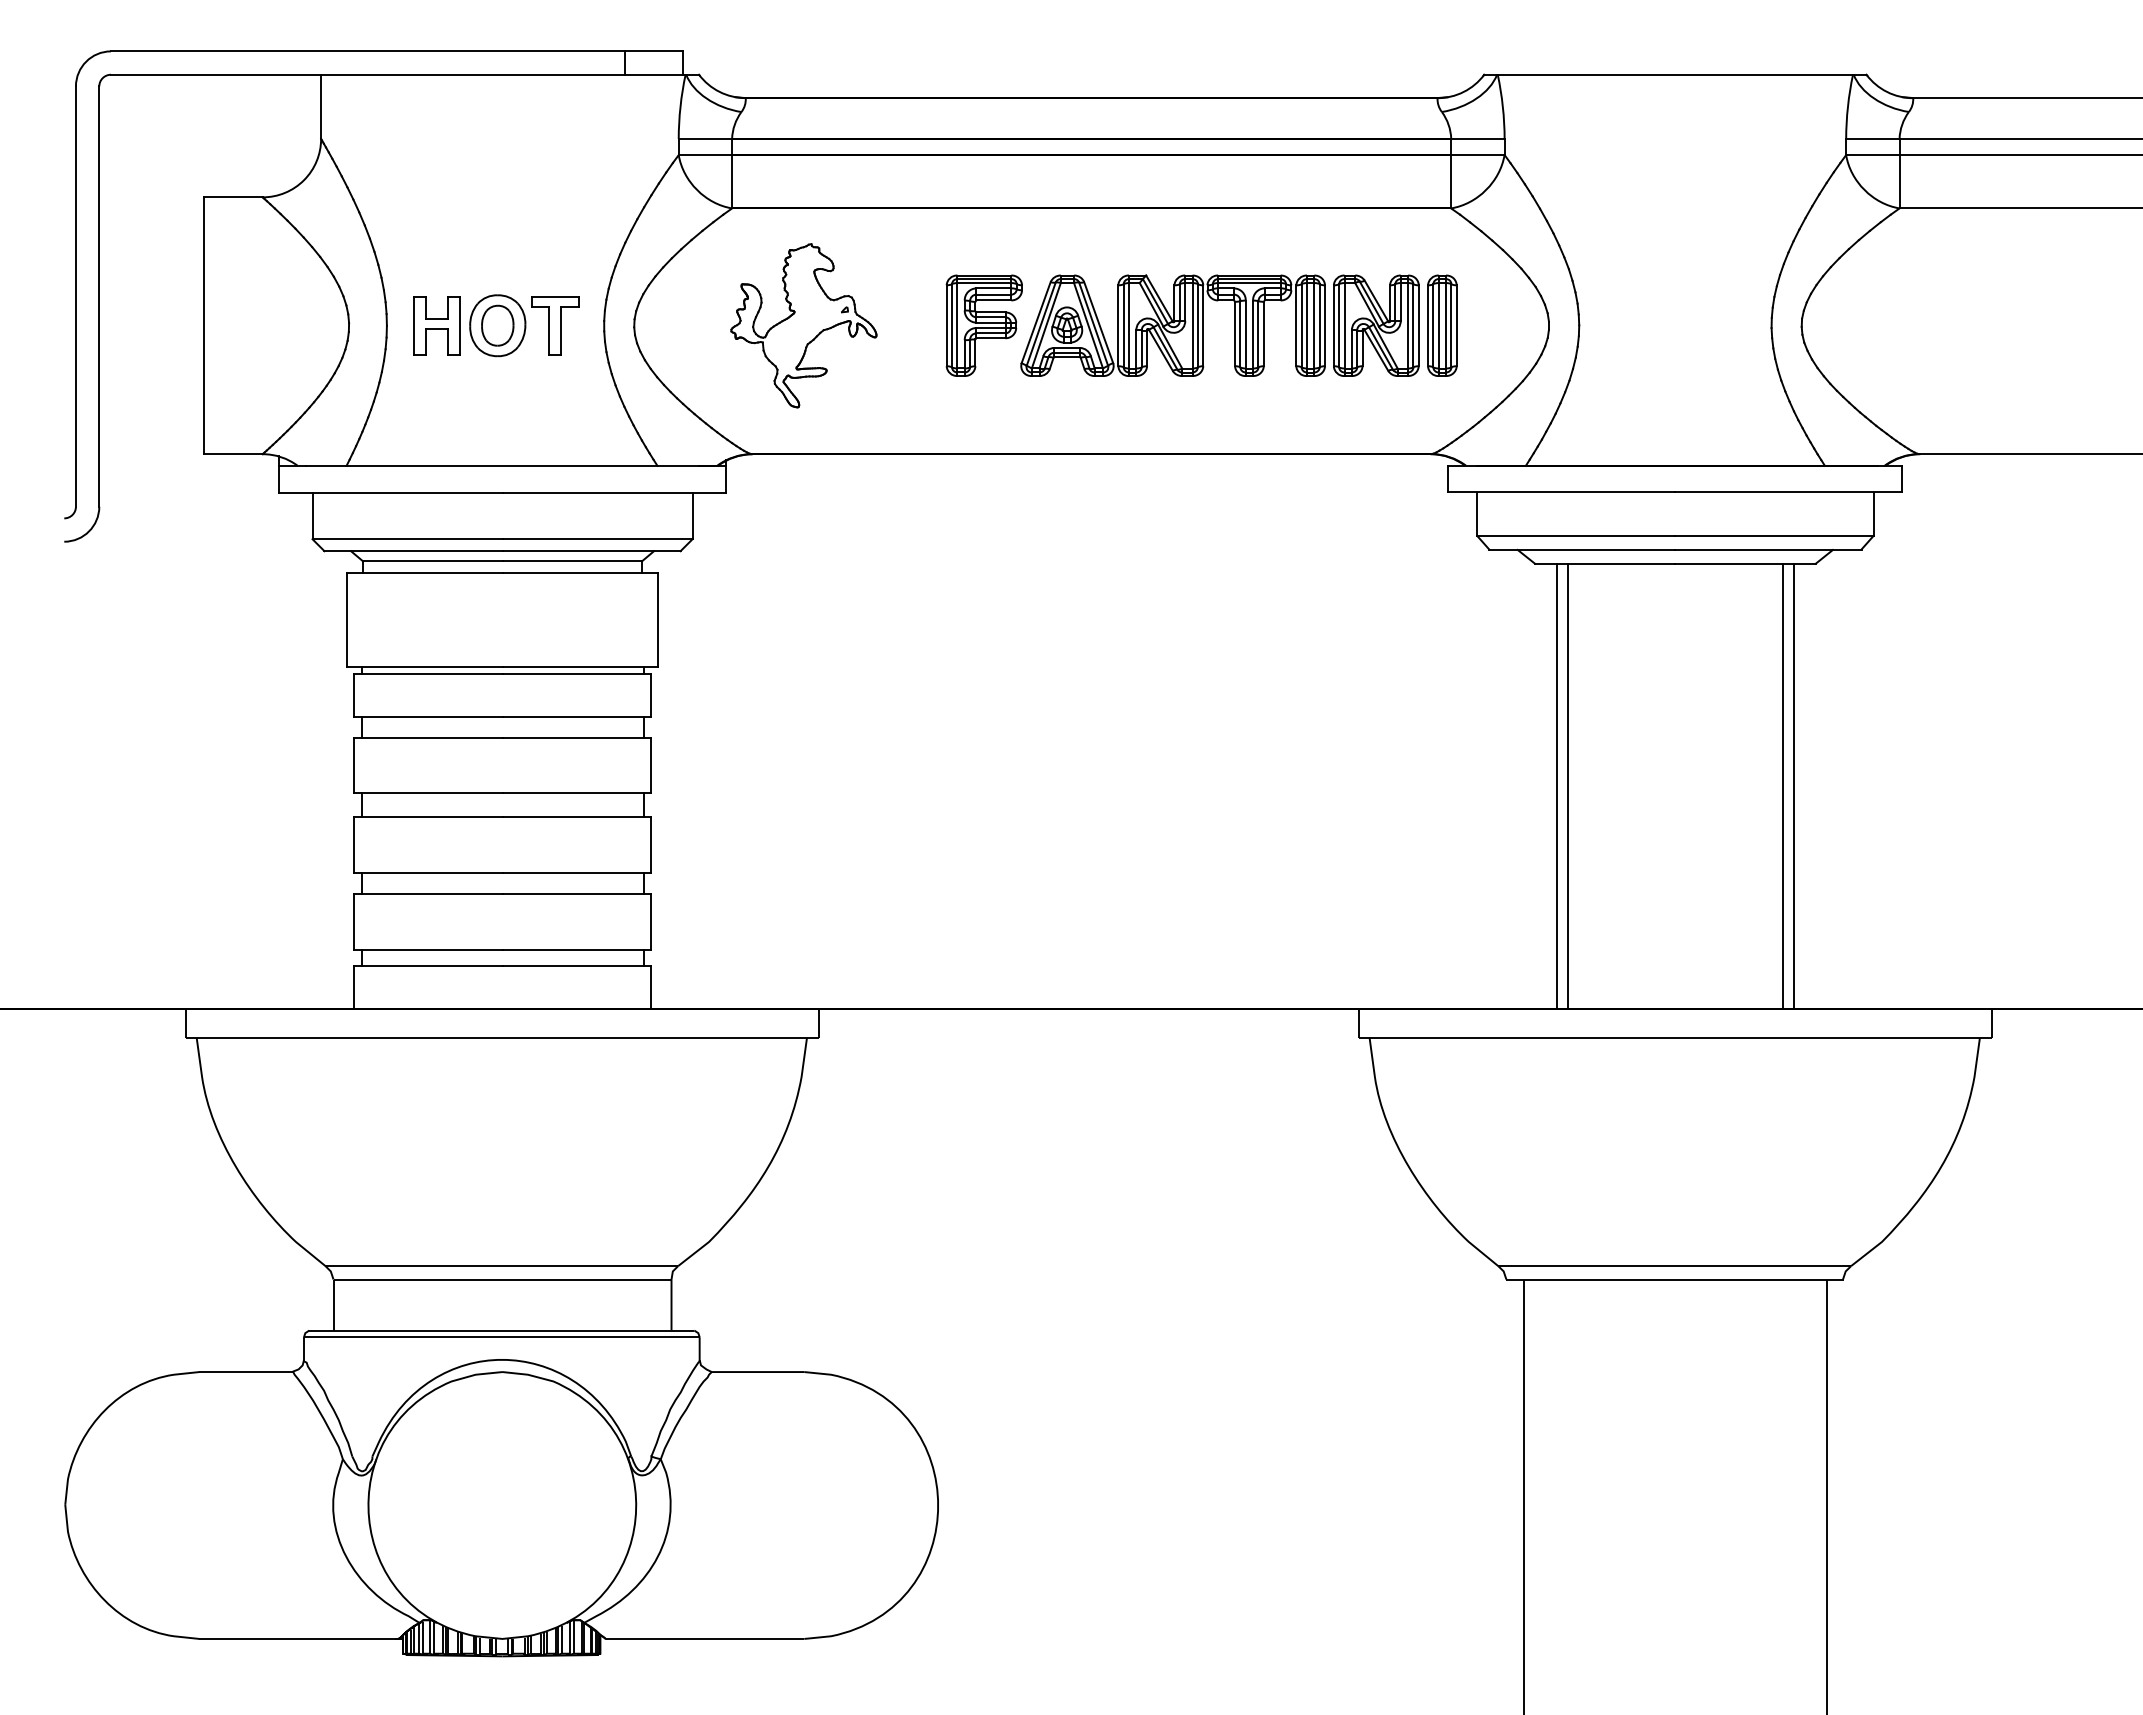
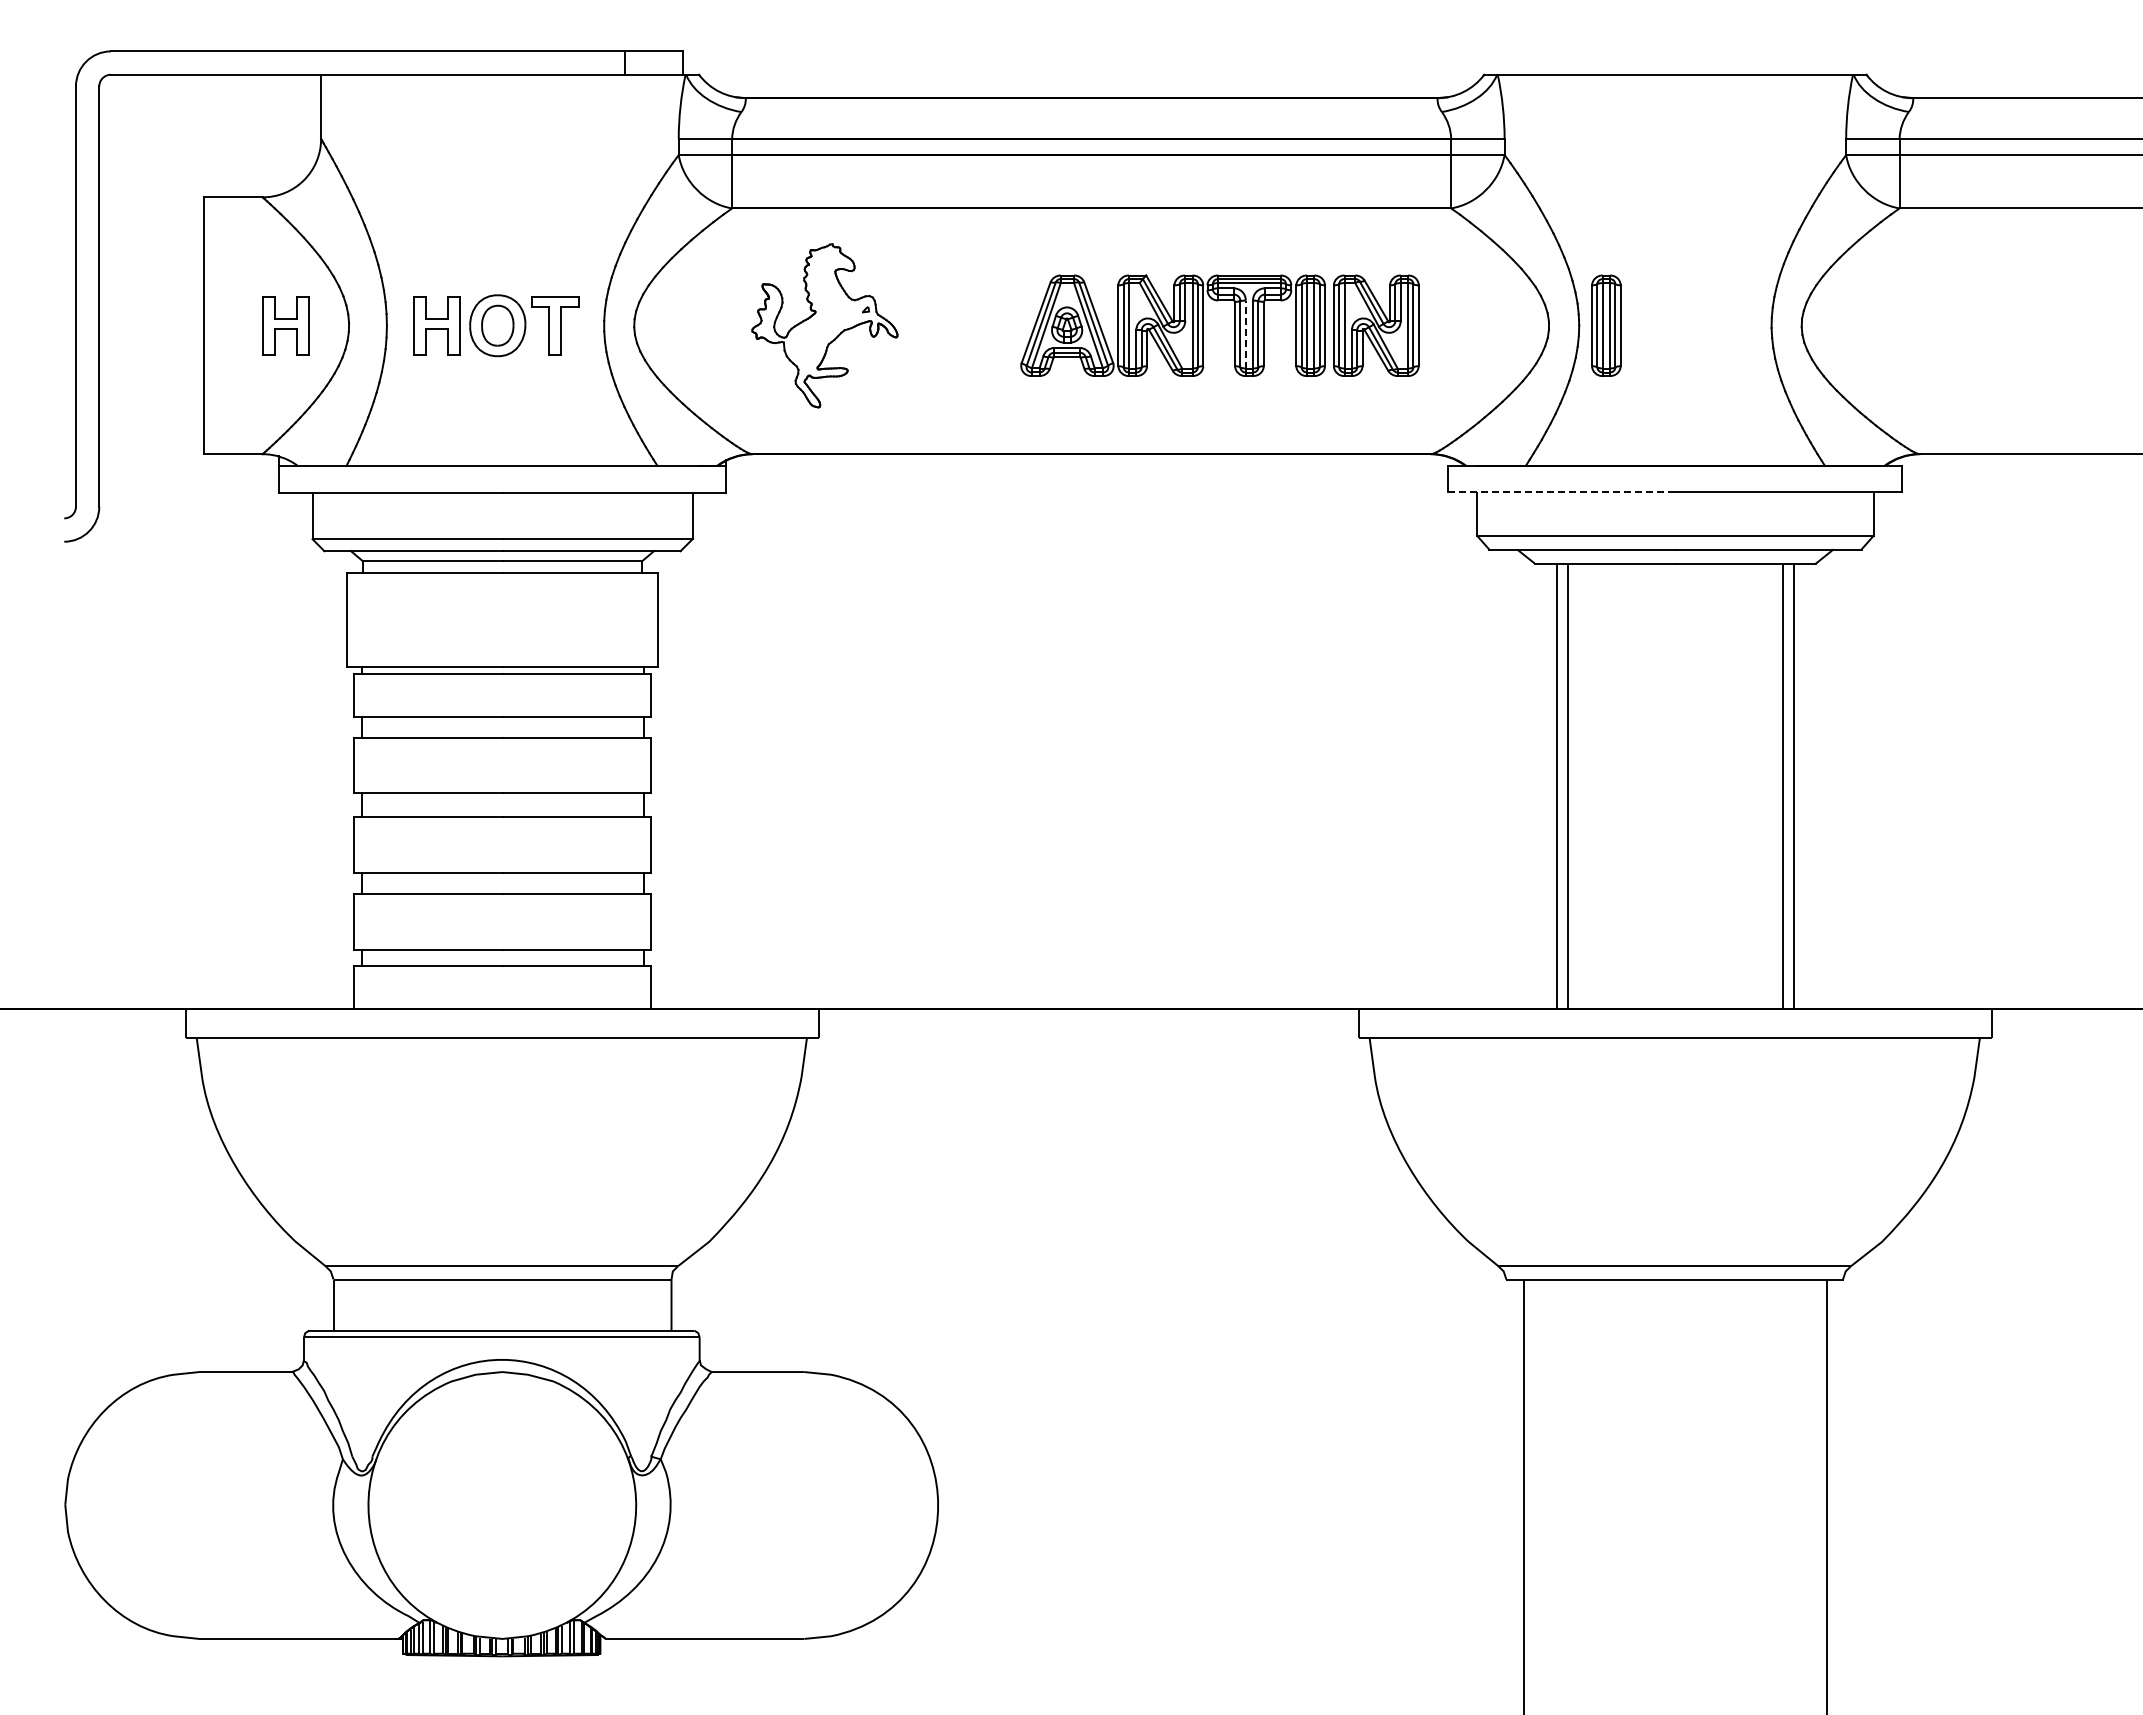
part at (285, 325): none -> present
part at (803, 325) position: (803, 325) -> (824, 325)
part at (983, 325): present -> none
part at (1442, 325) position: (1442, 325) -> (1606, 325)
line at (1245, 334): solid -> dashed
line at (1561, 491): solid -> dashed
